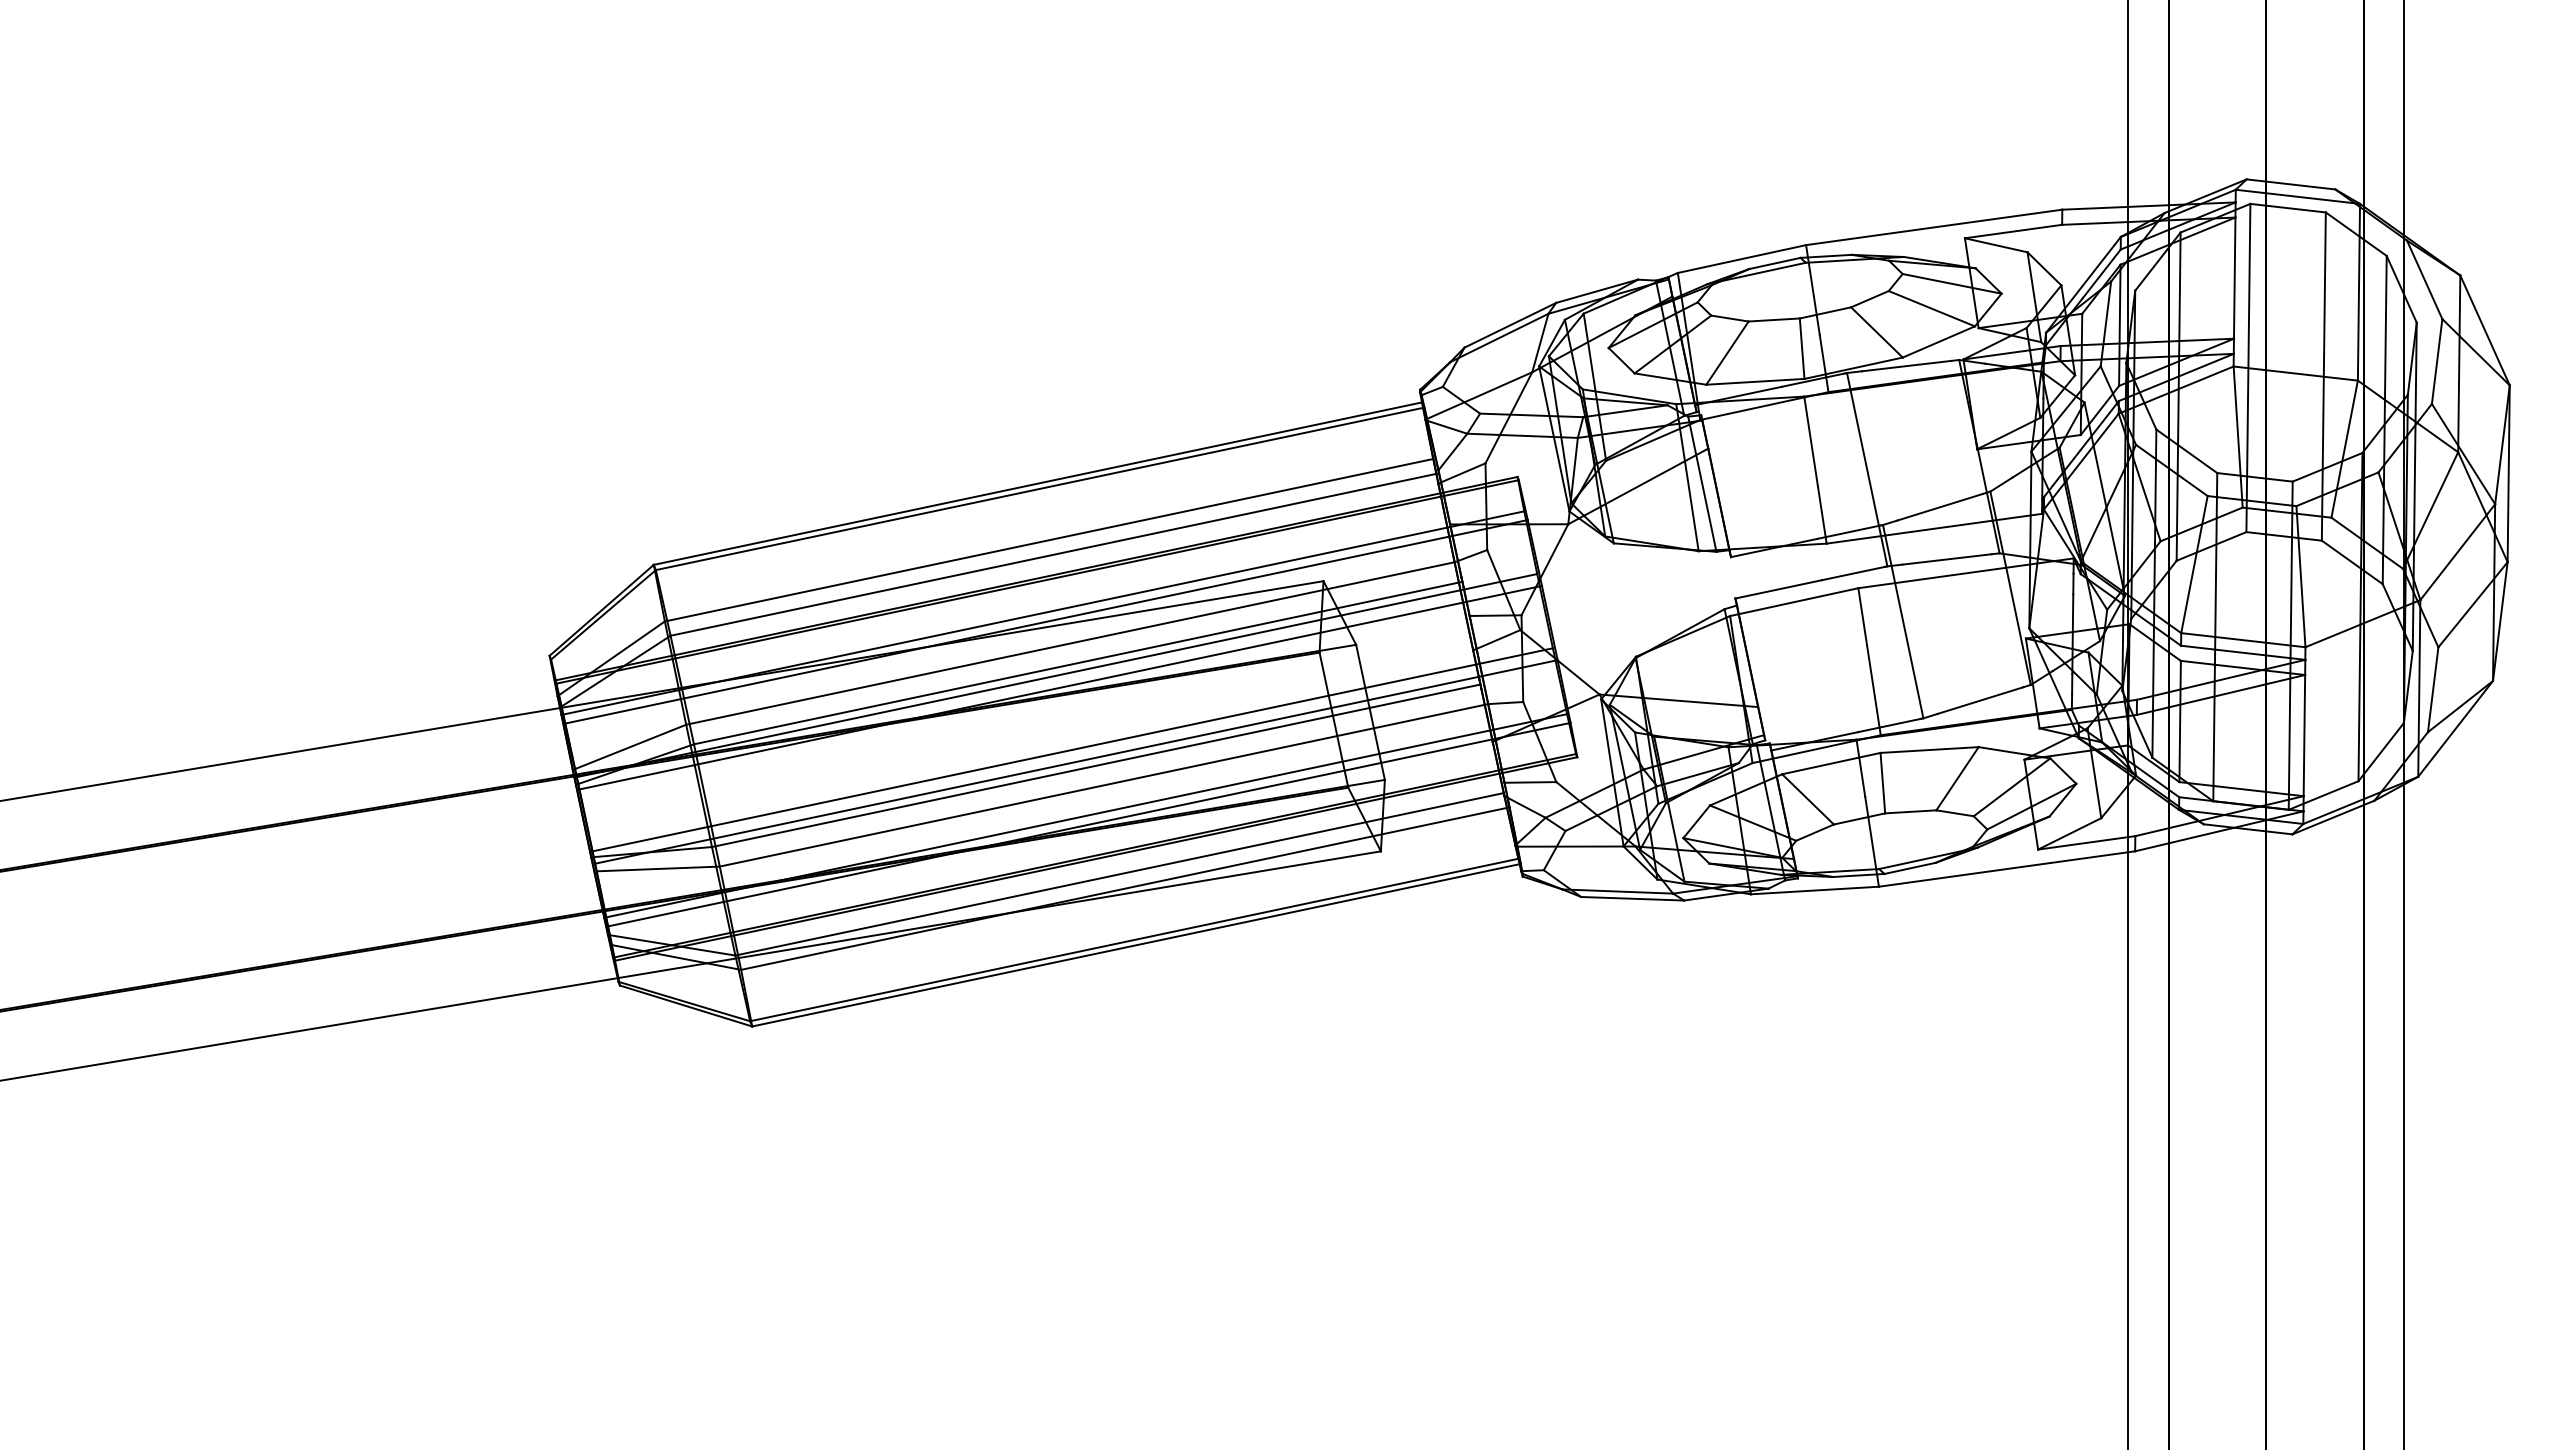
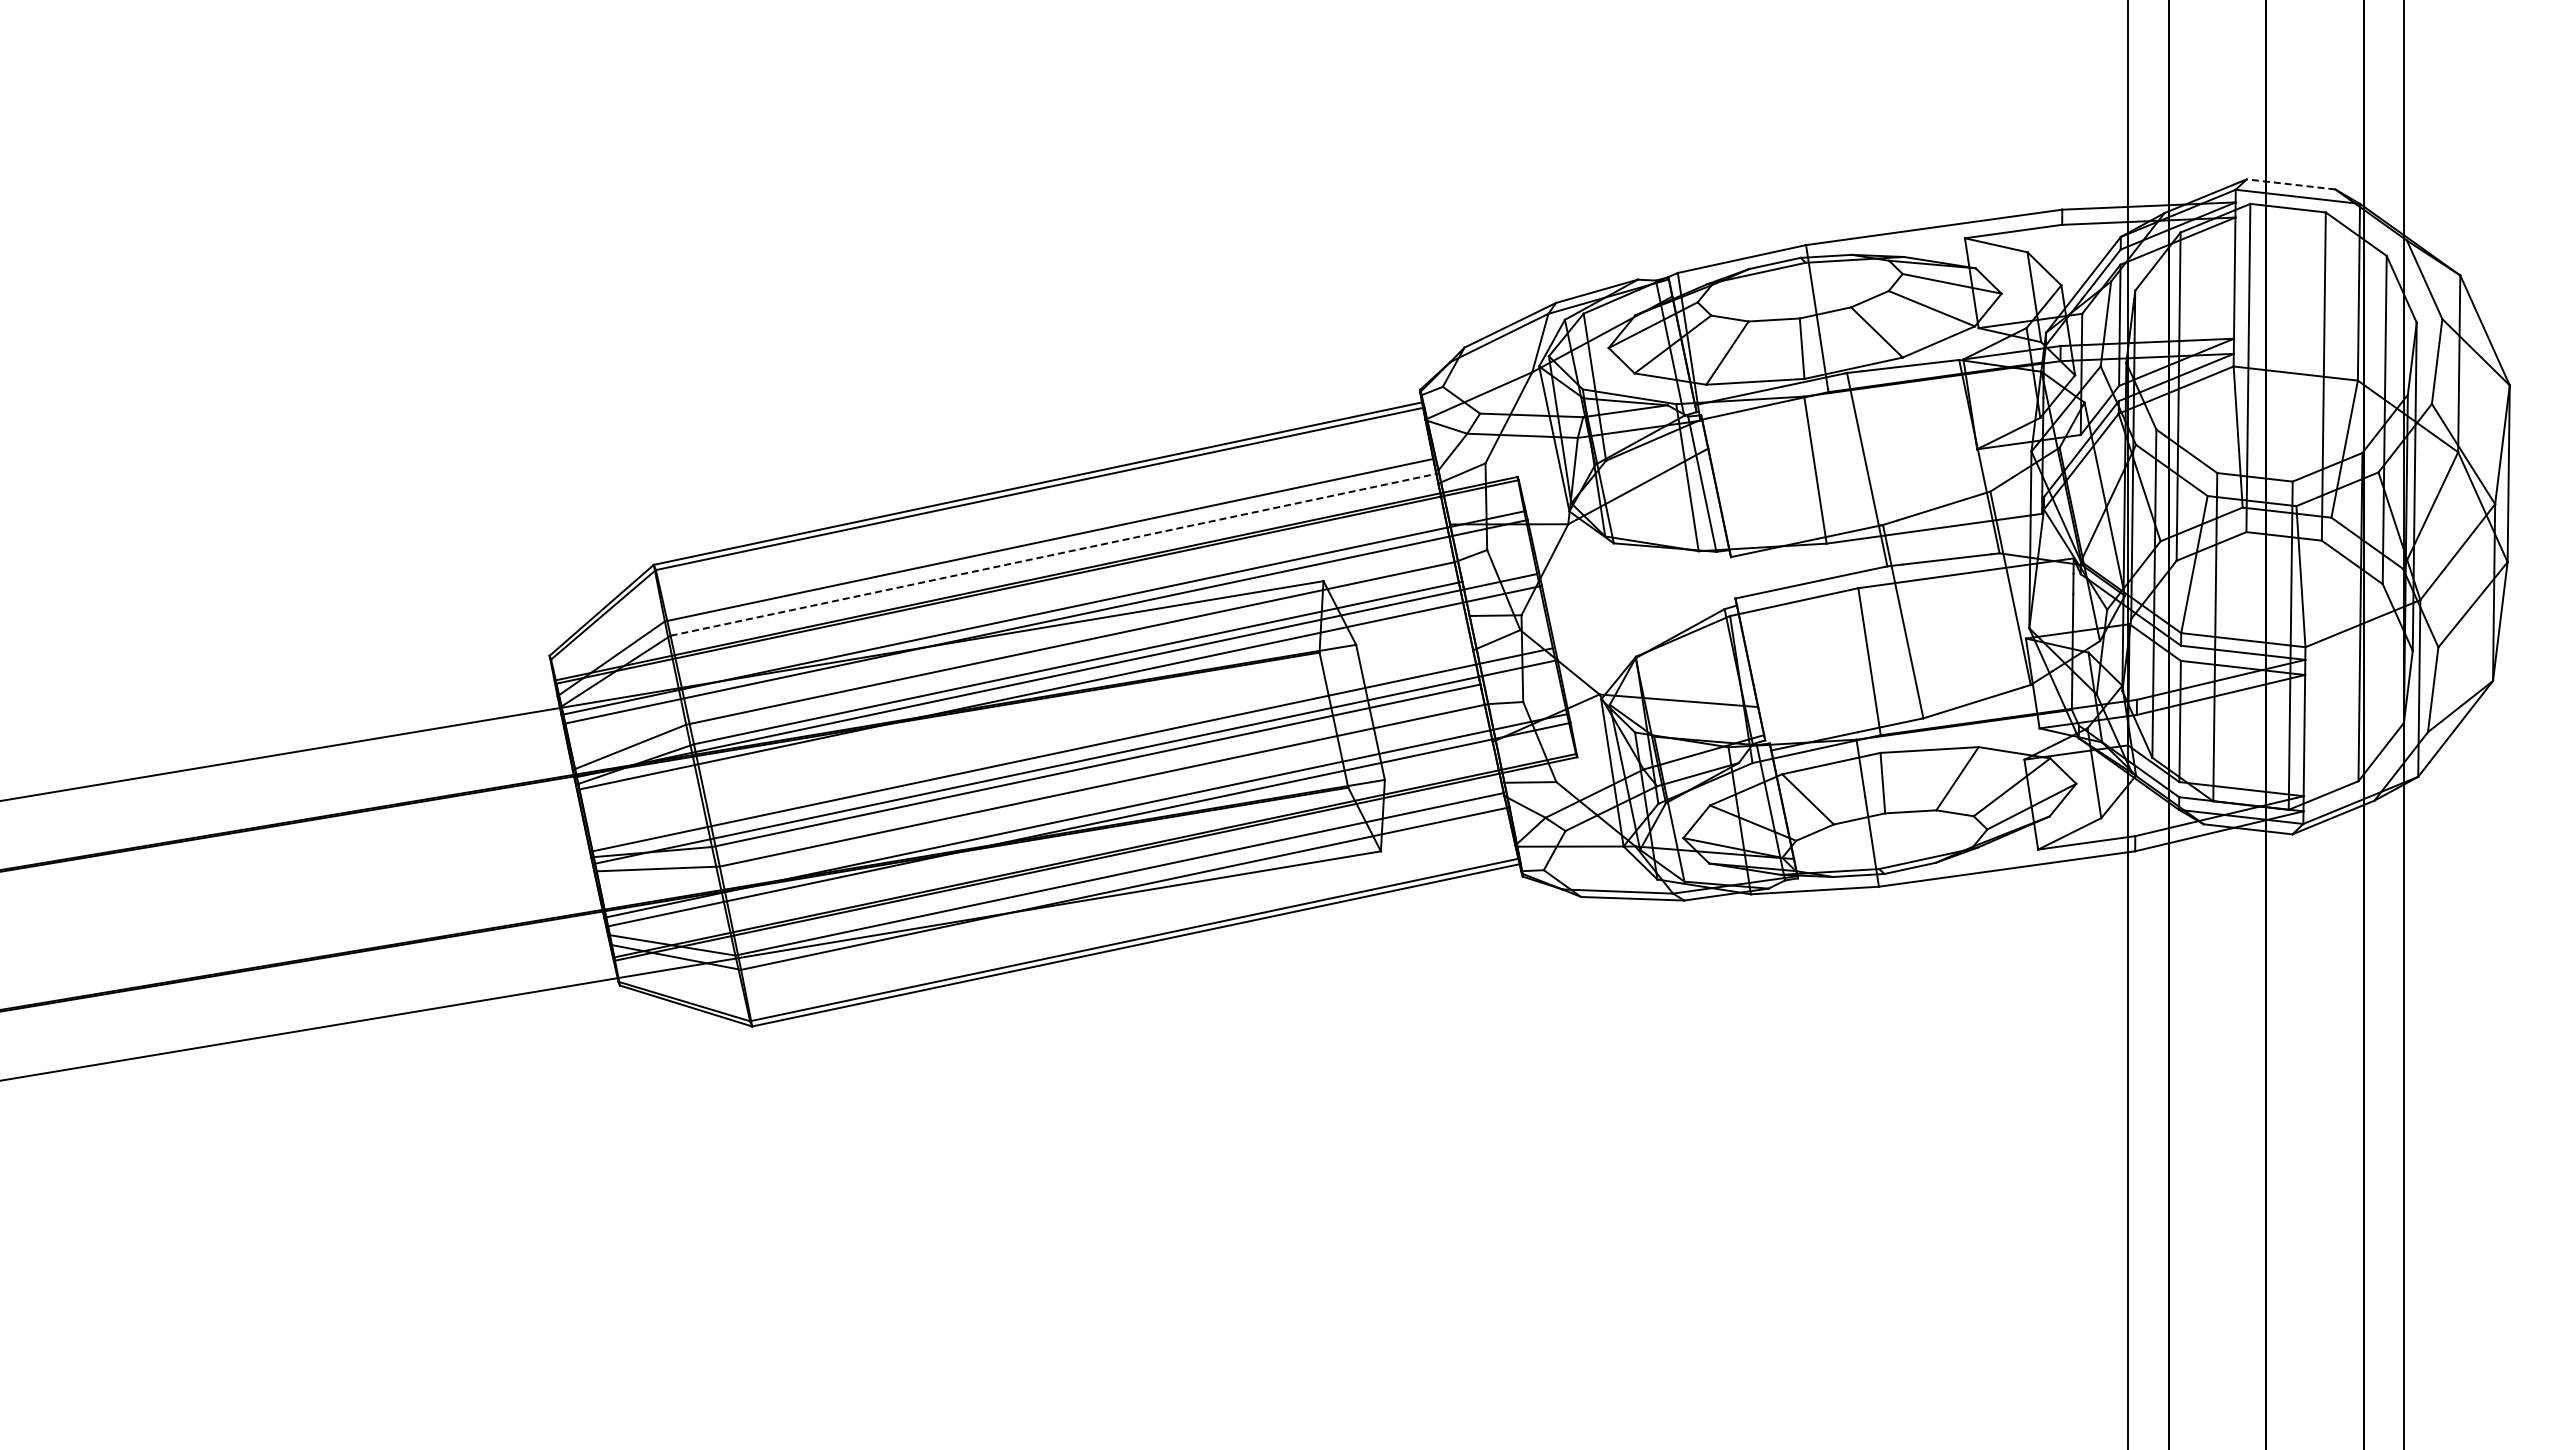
line at (2291, 184): solid -> dashed
line at (1054, 554): solid -> dashed
